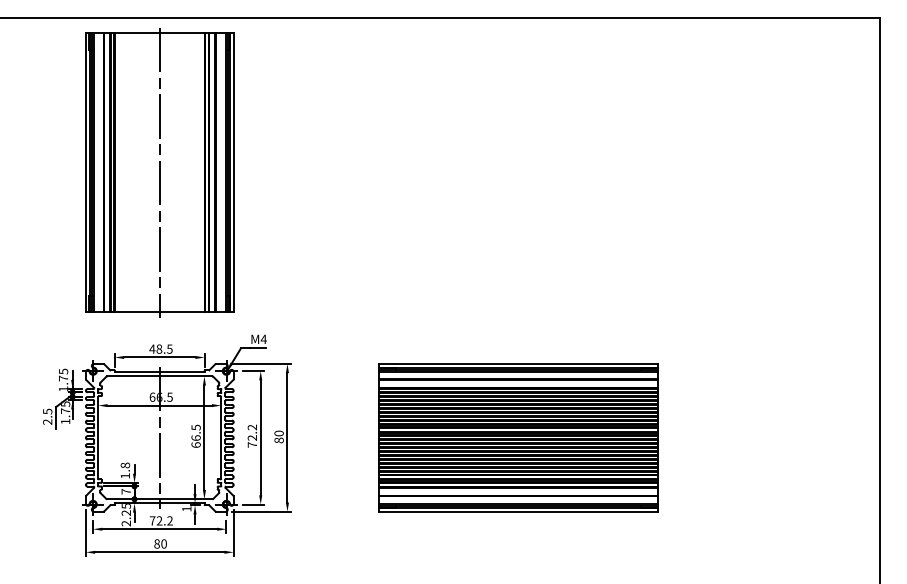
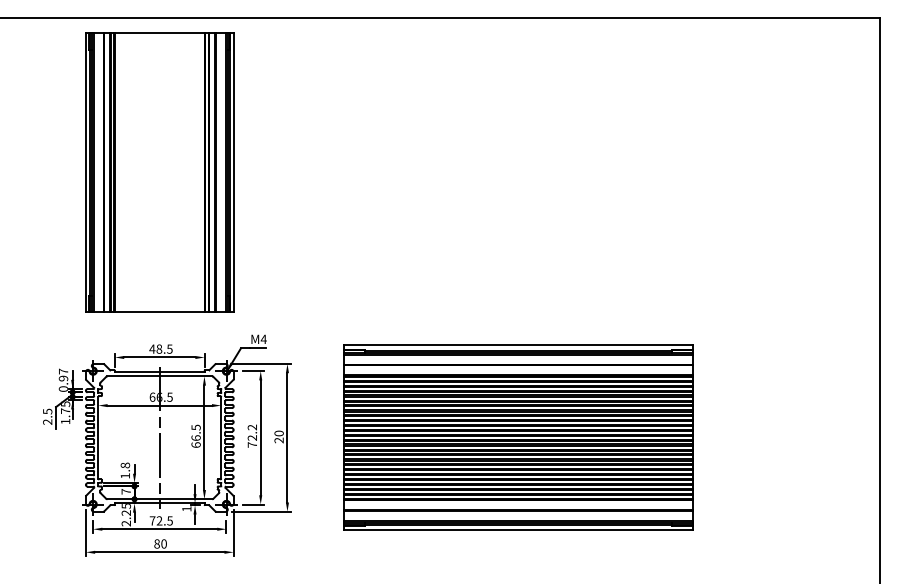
line at (159, 172): present -> none
text at (63, 379): 1.75 -> 0.97
part at (518, 437) size: 281x150 px -> 351x187 px
text at (278, 440): 80 -> 20
text at (169, 520): 72.2 -> 72.5
